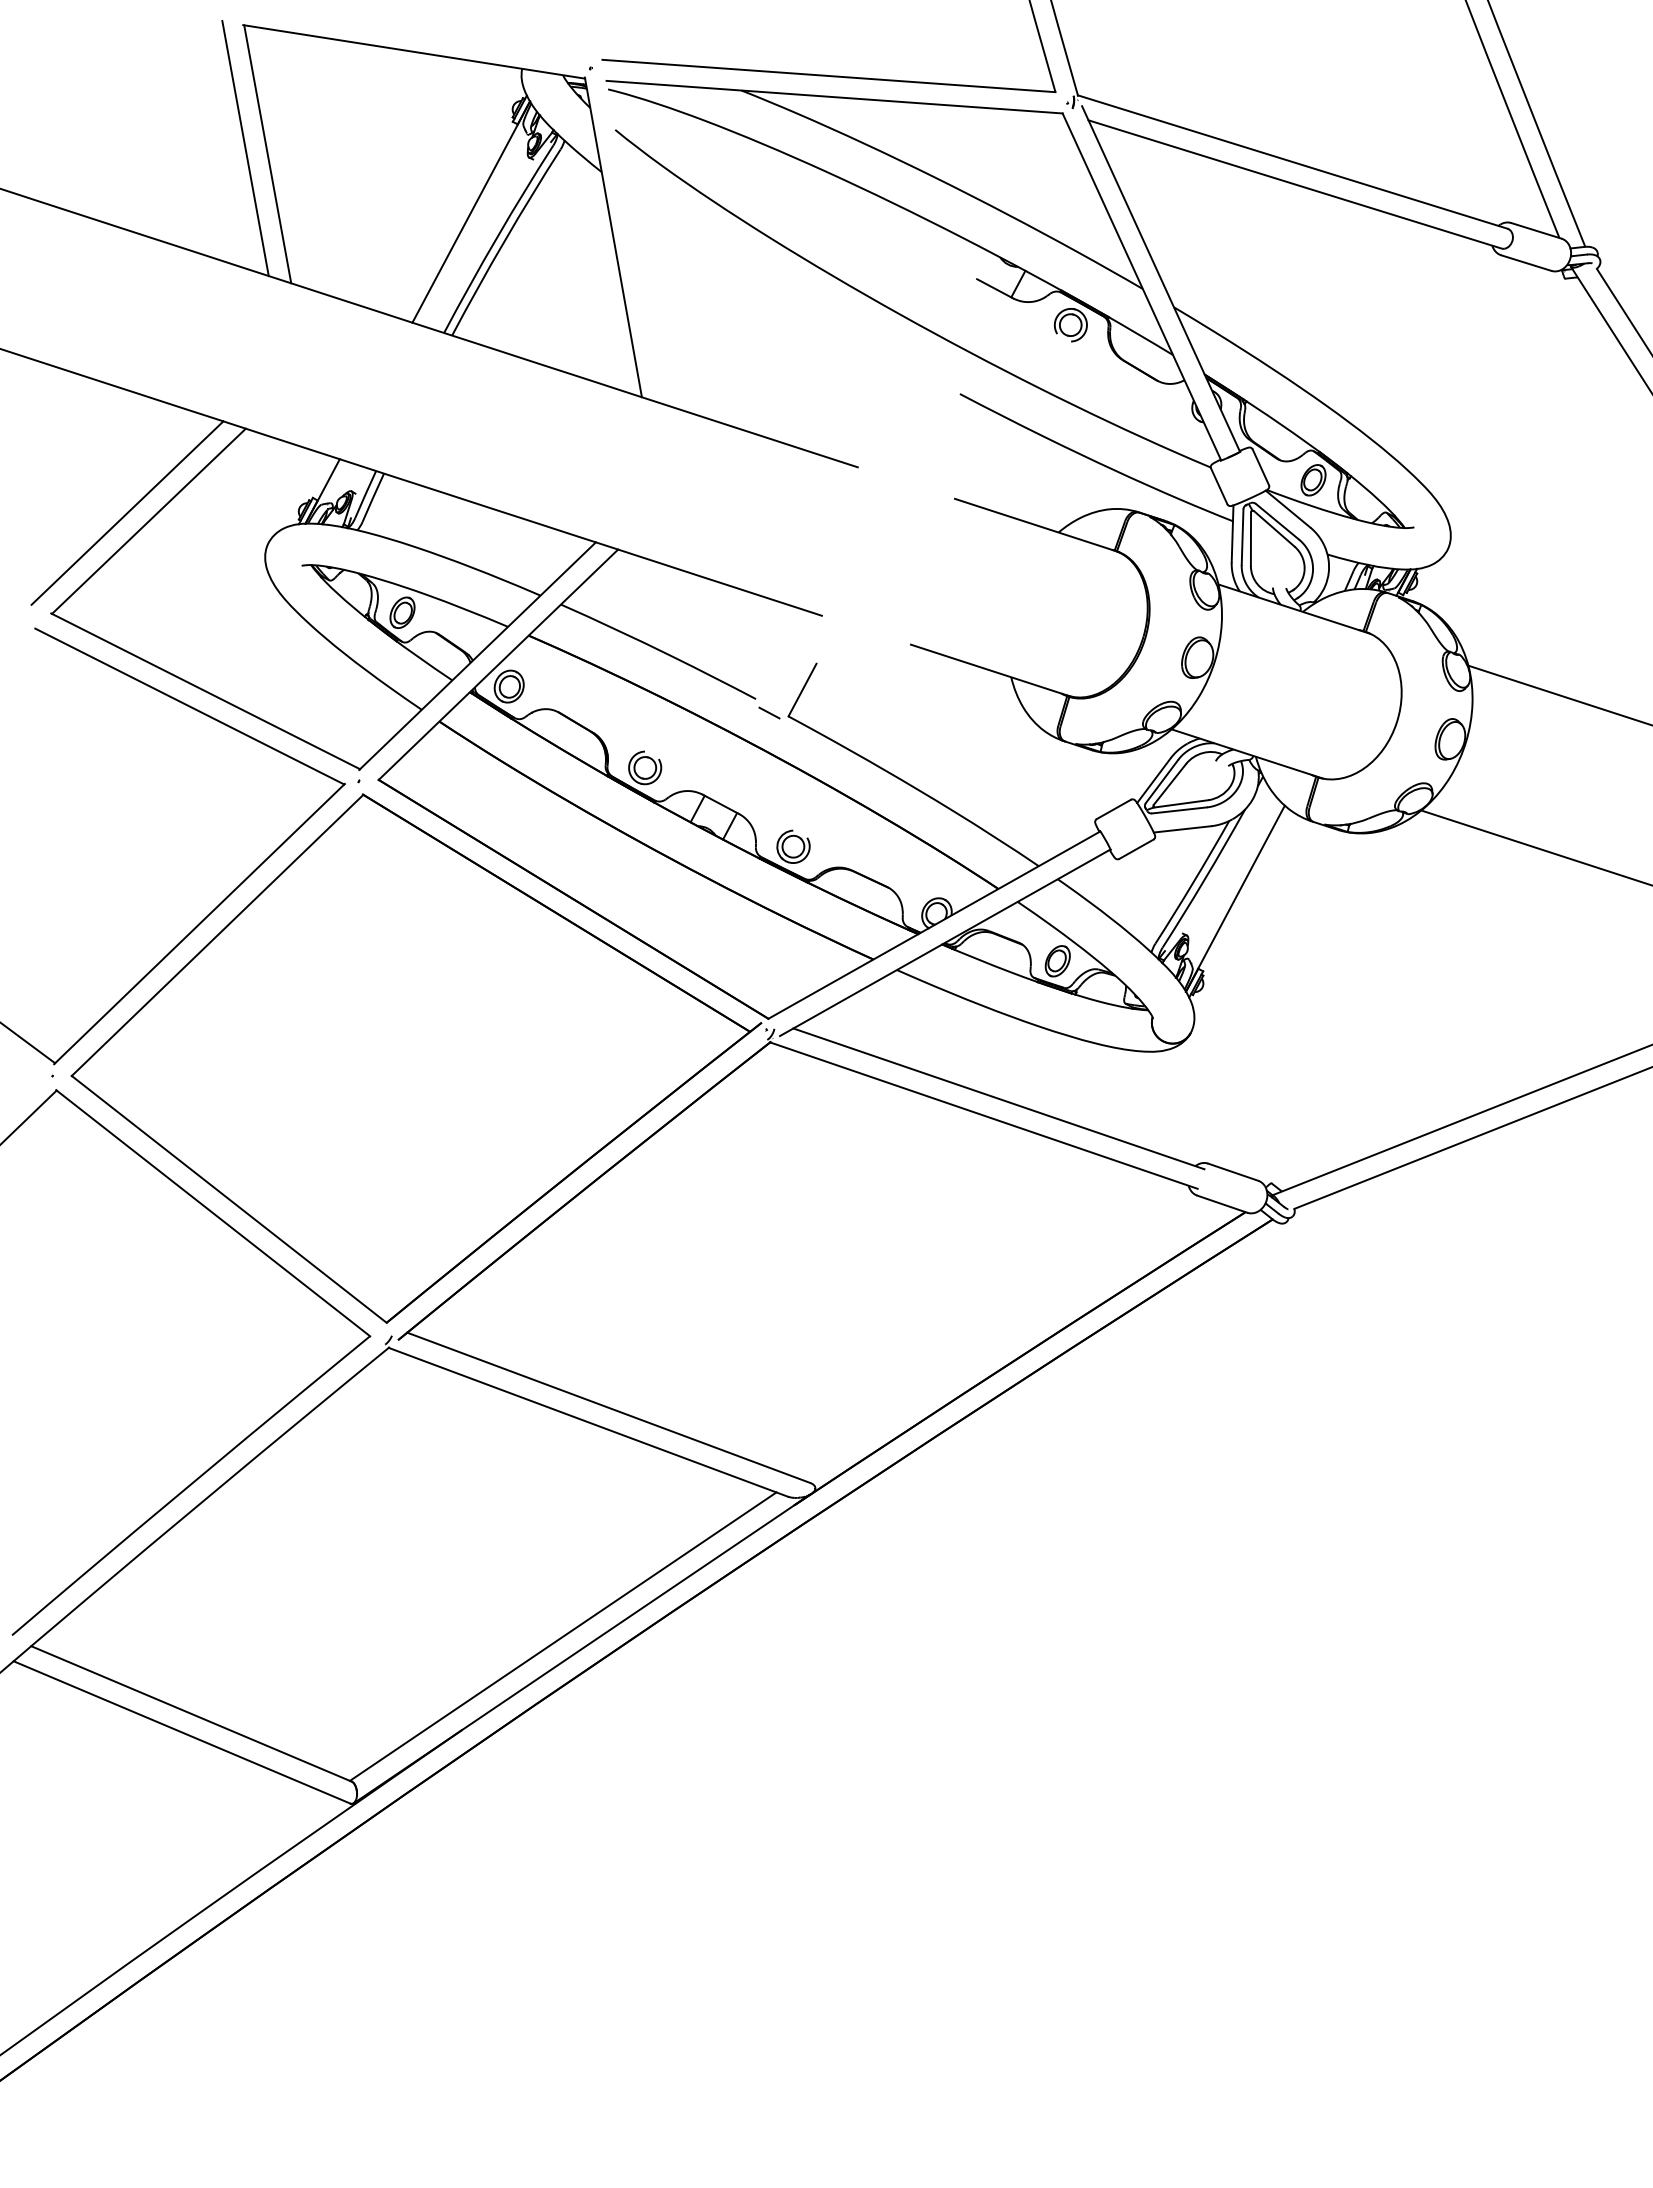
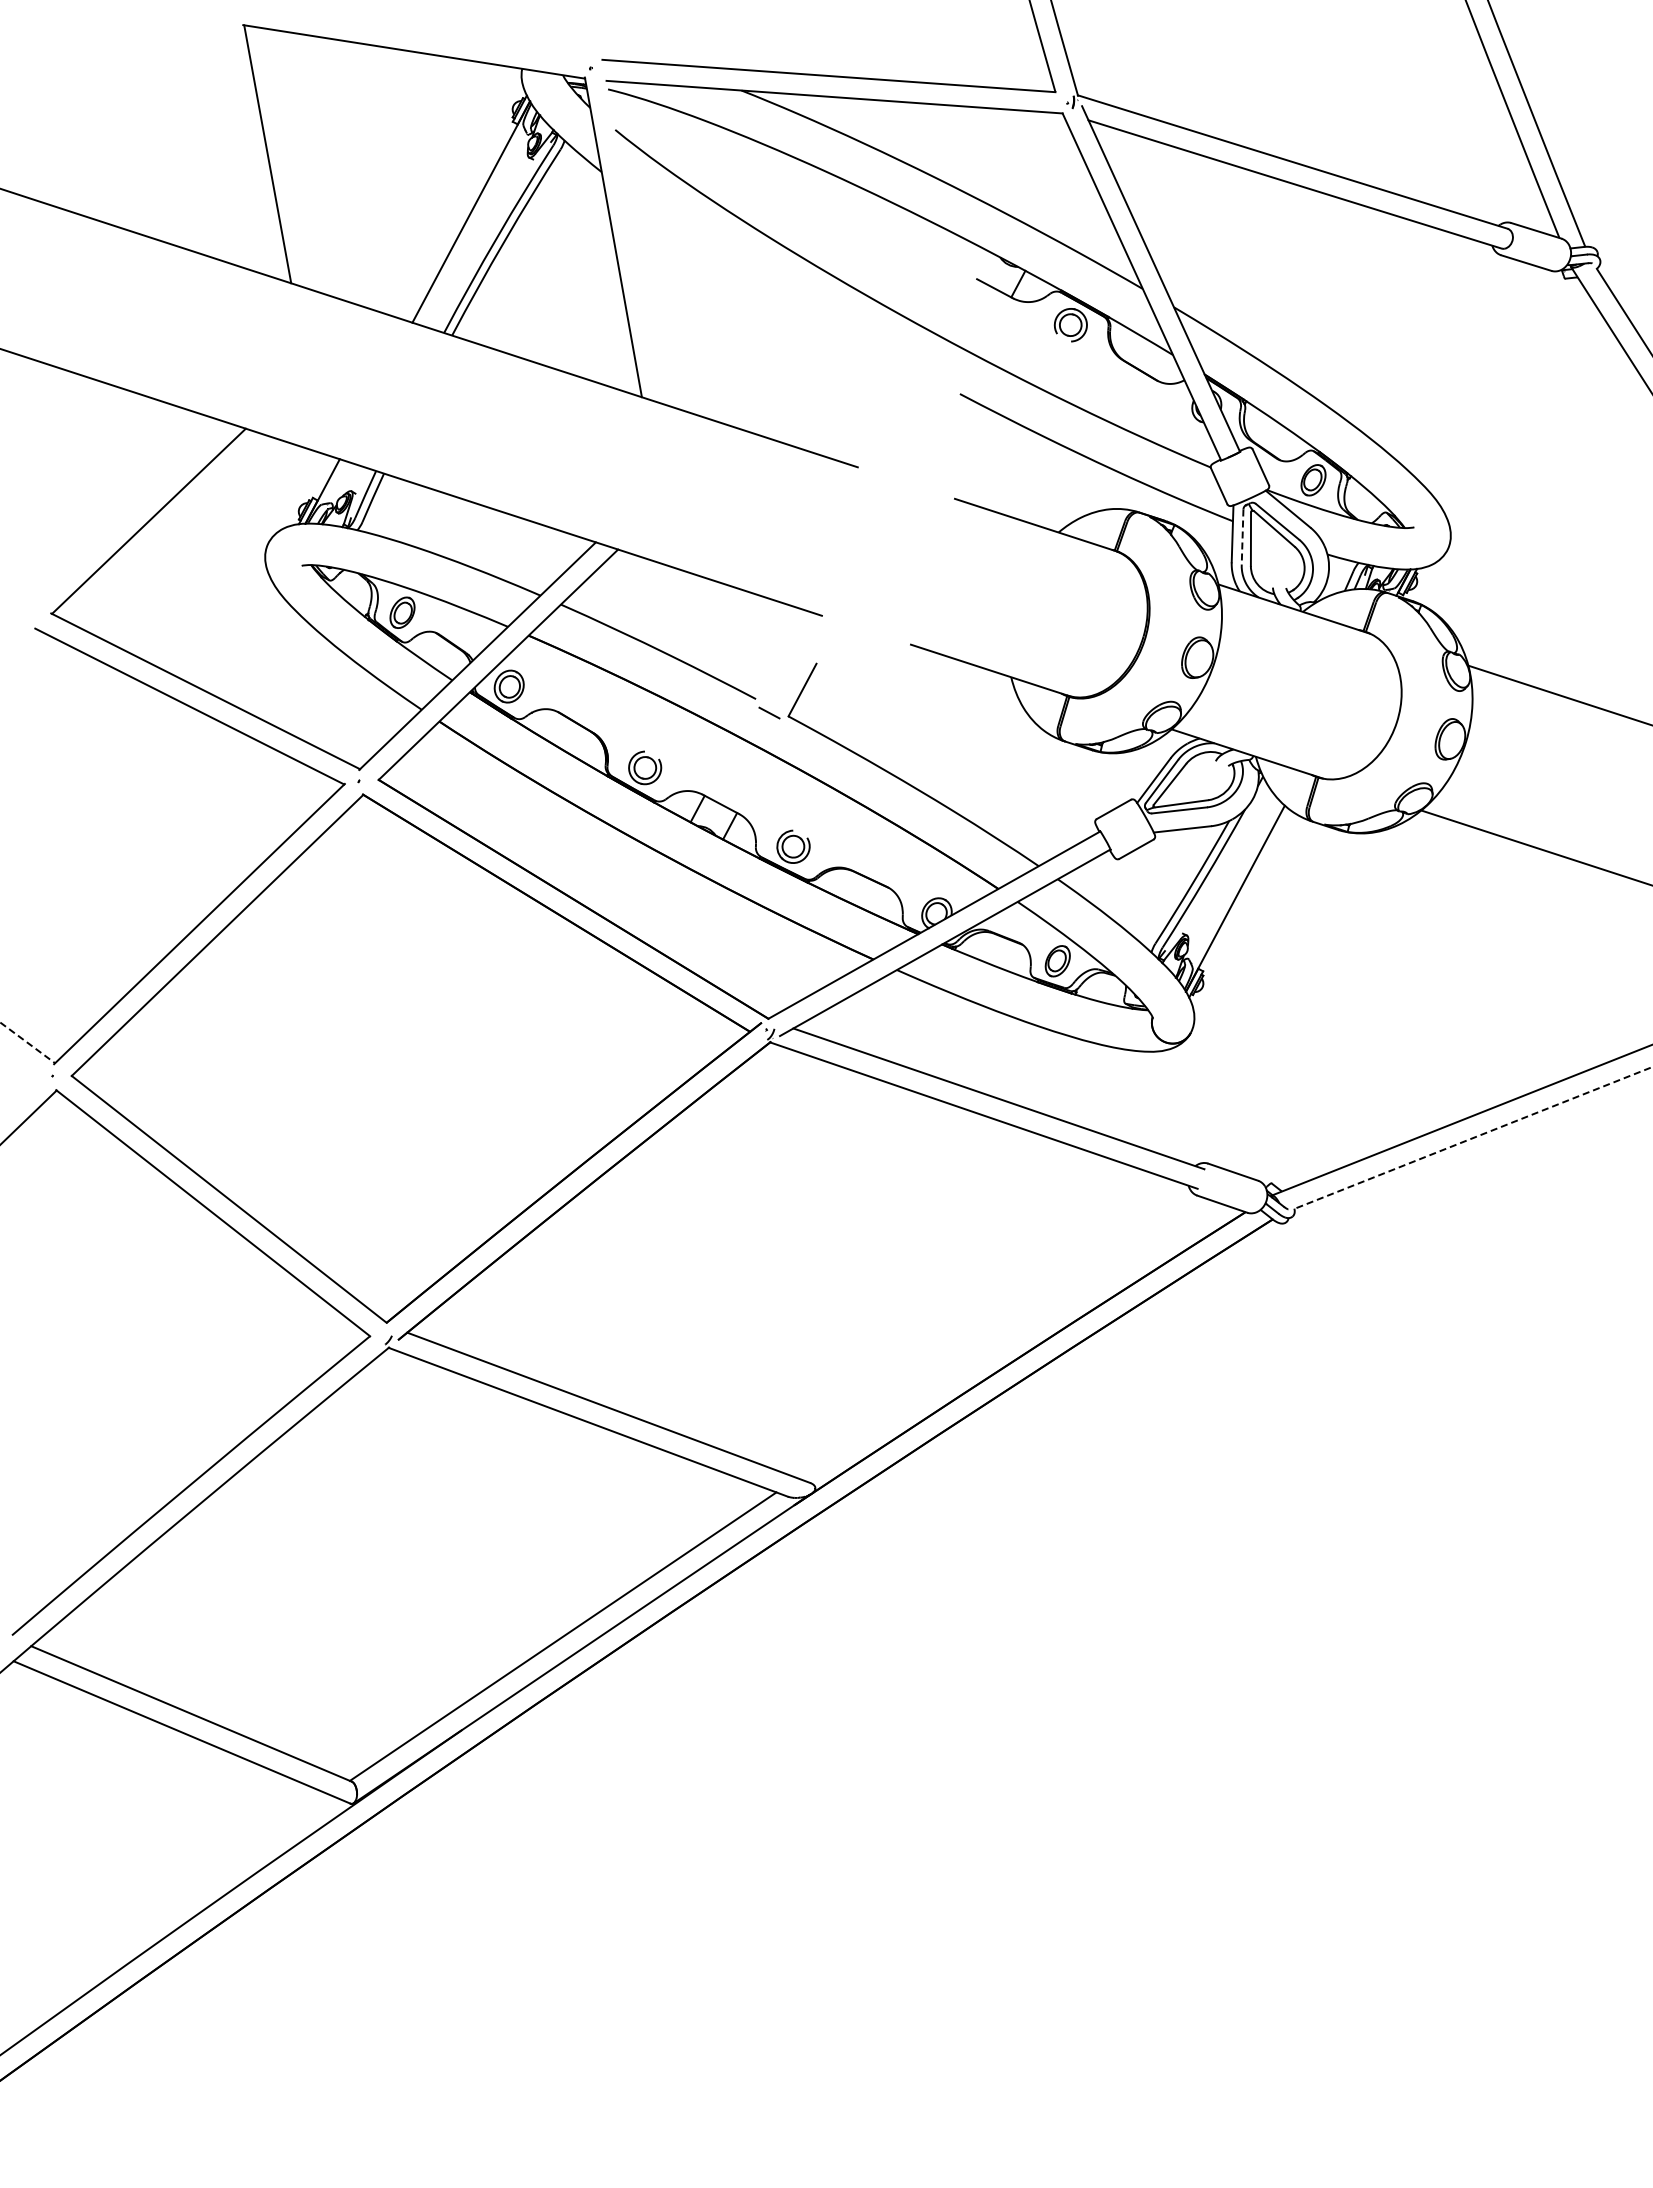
line at (245, 148): present -> none
line at (127, 512): present -> none
line at (1242, 537): solid -> dashed
line at (27, 1043): solid -> dashed
line at (1473, 1137): solid -> dashed
